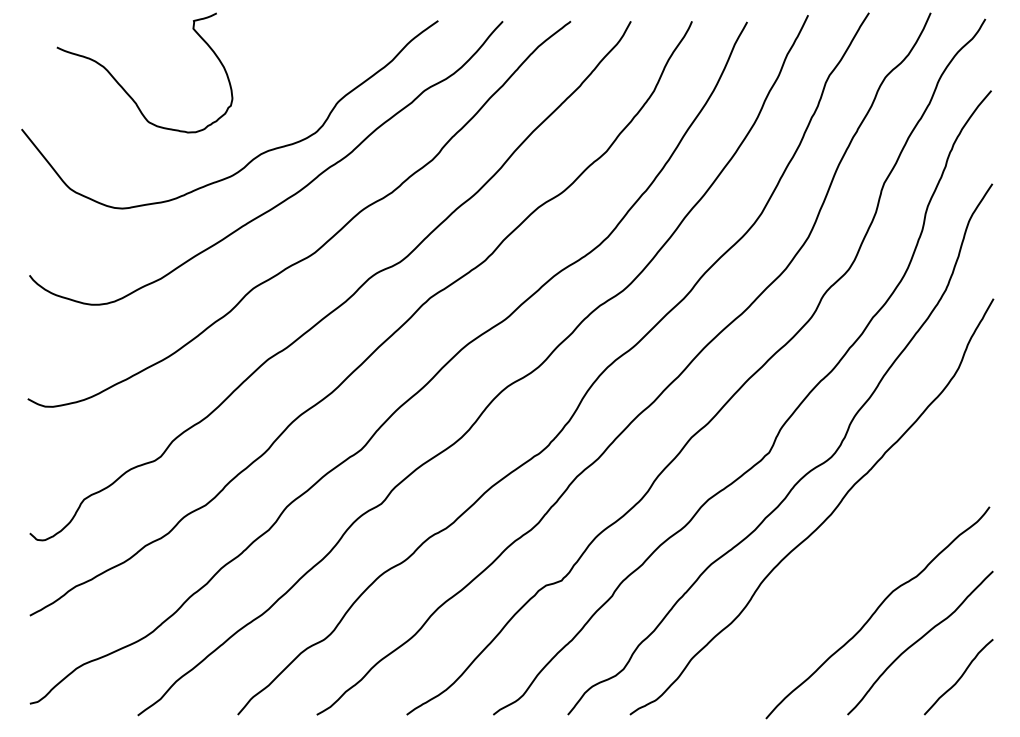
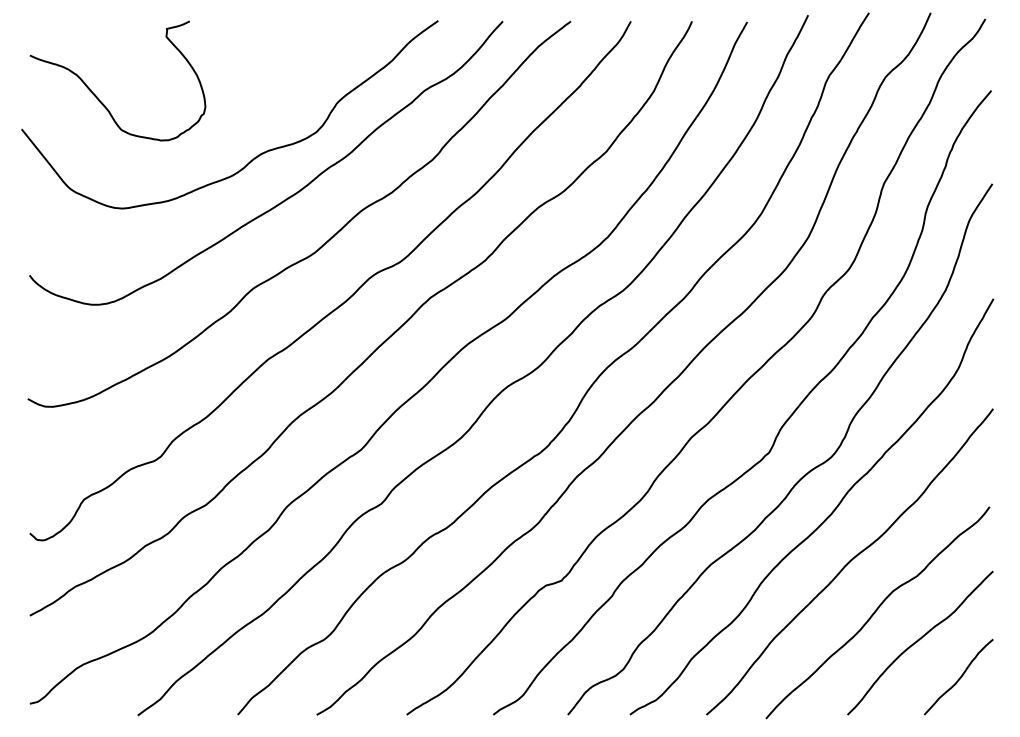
curve at (125, 89) position: (125, 89) -> (98, 97)
curve at (849, 561): none -> present
